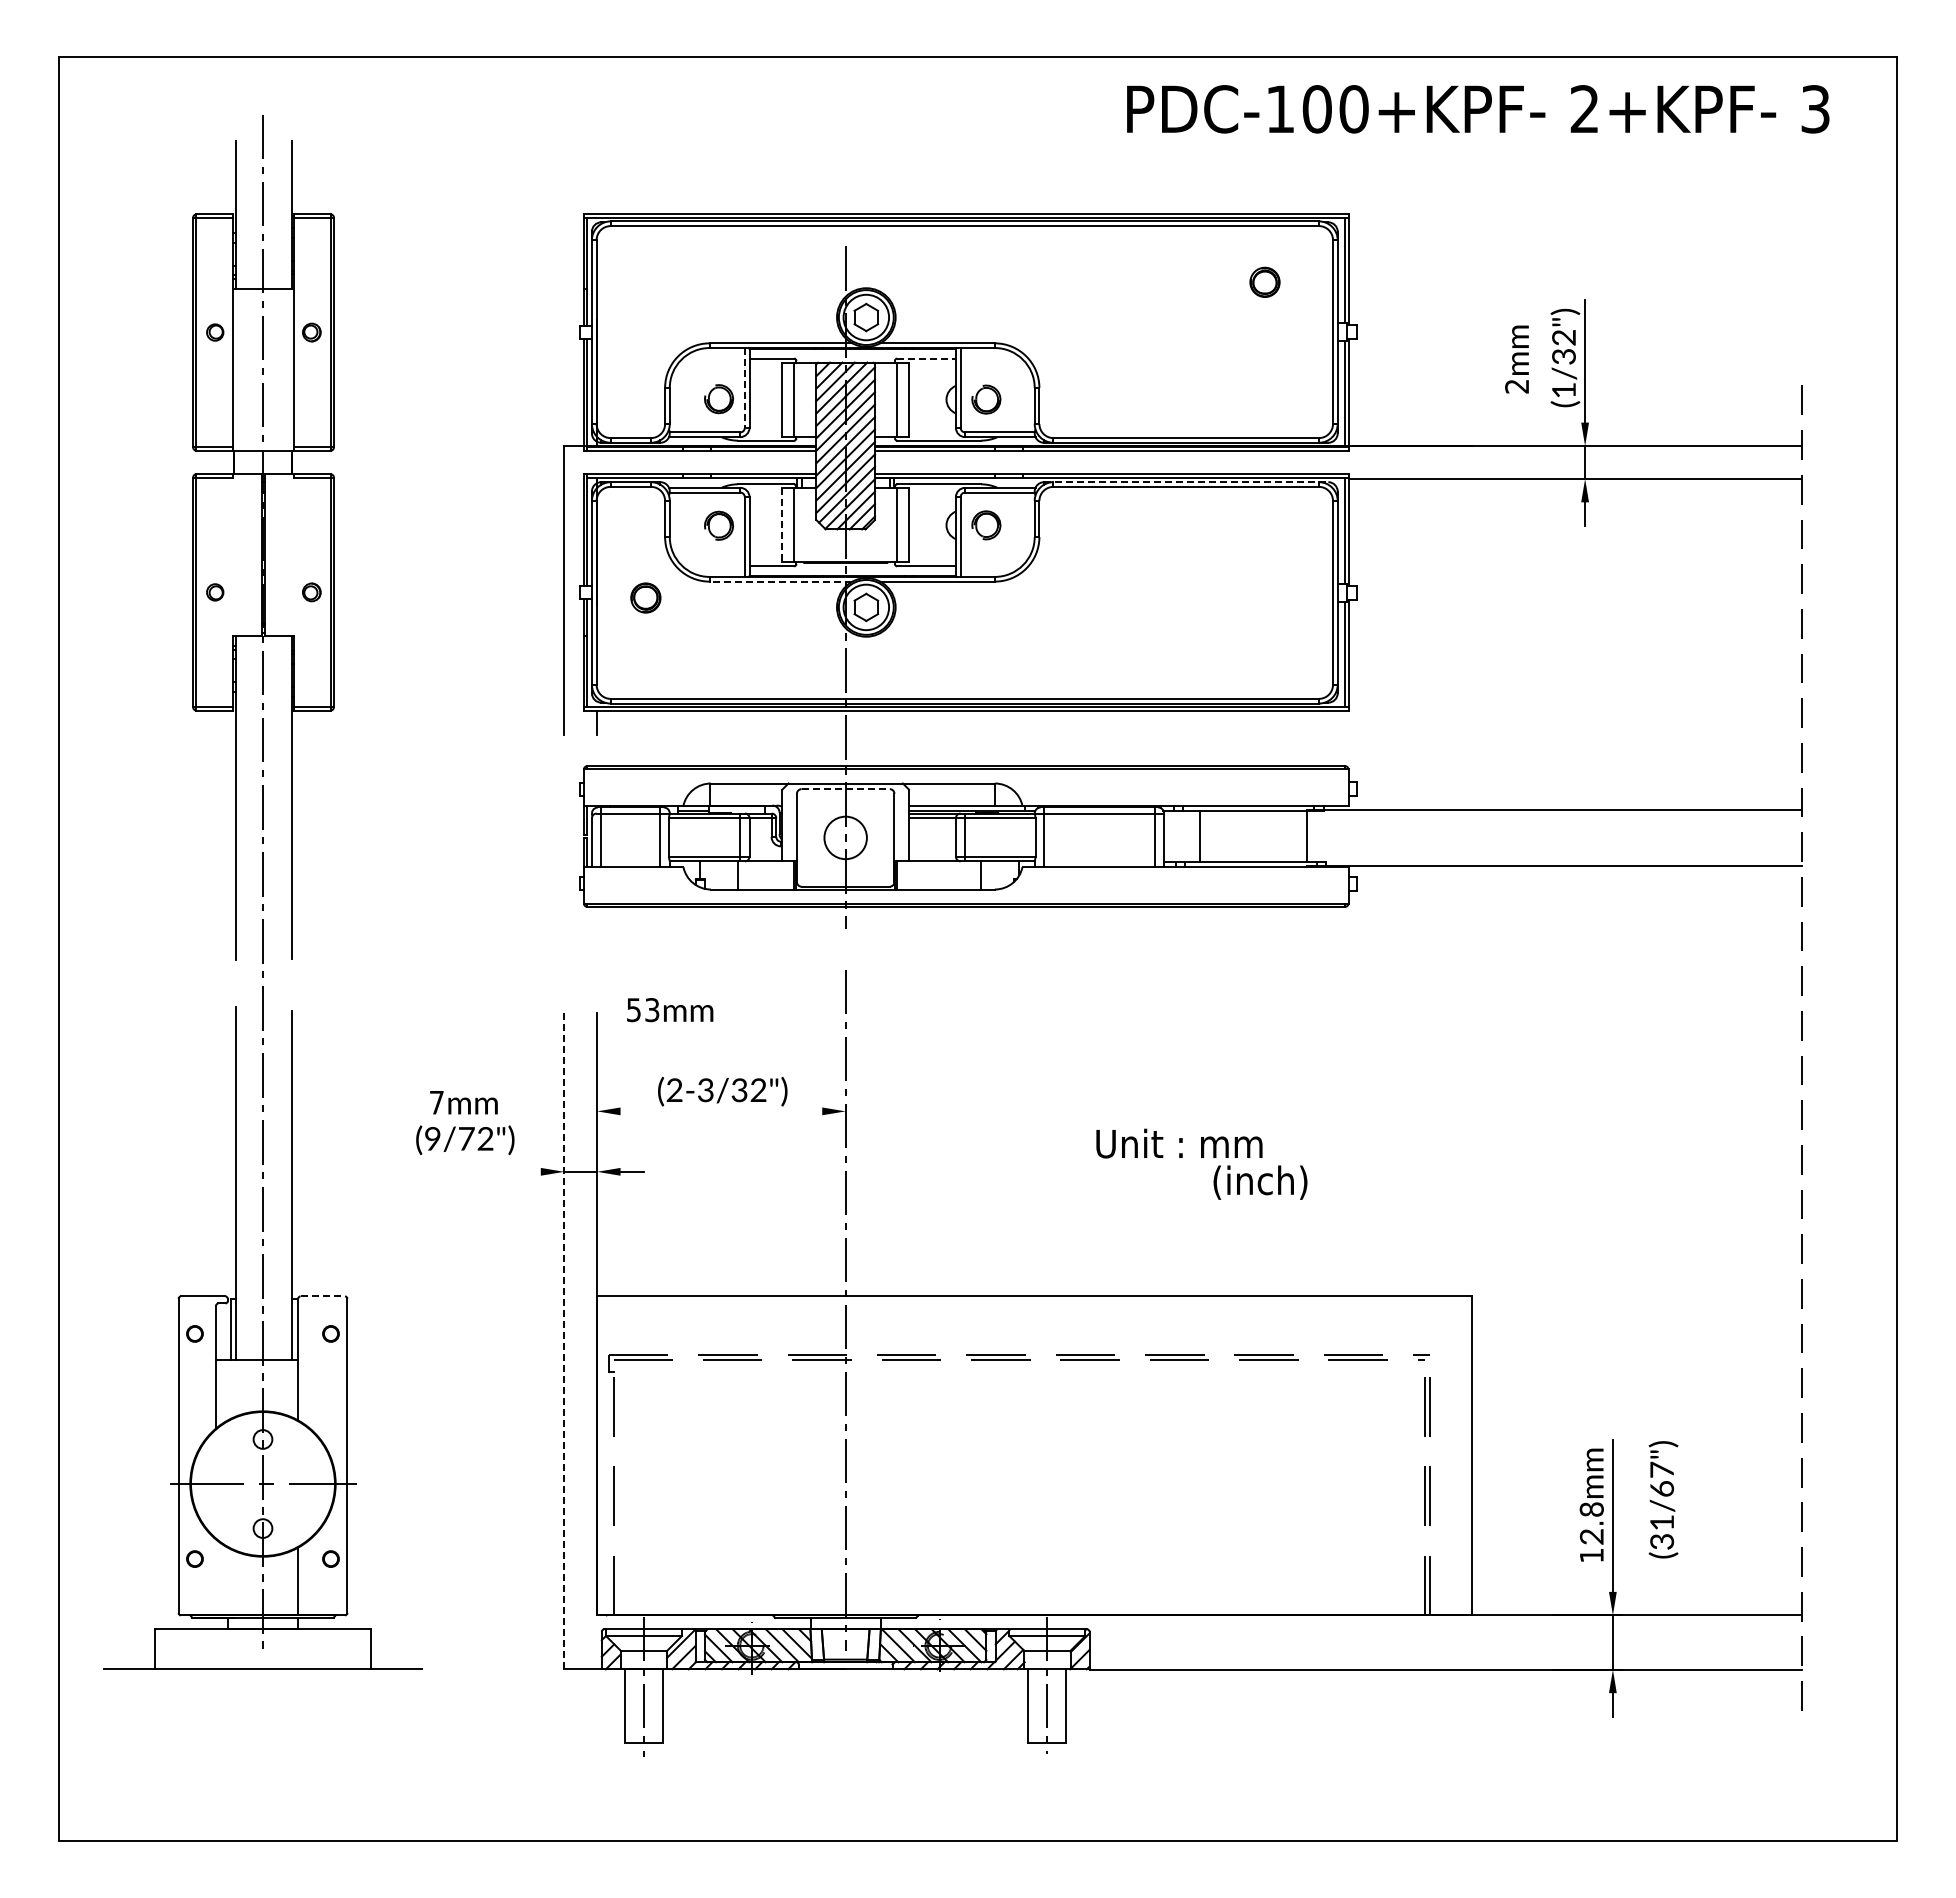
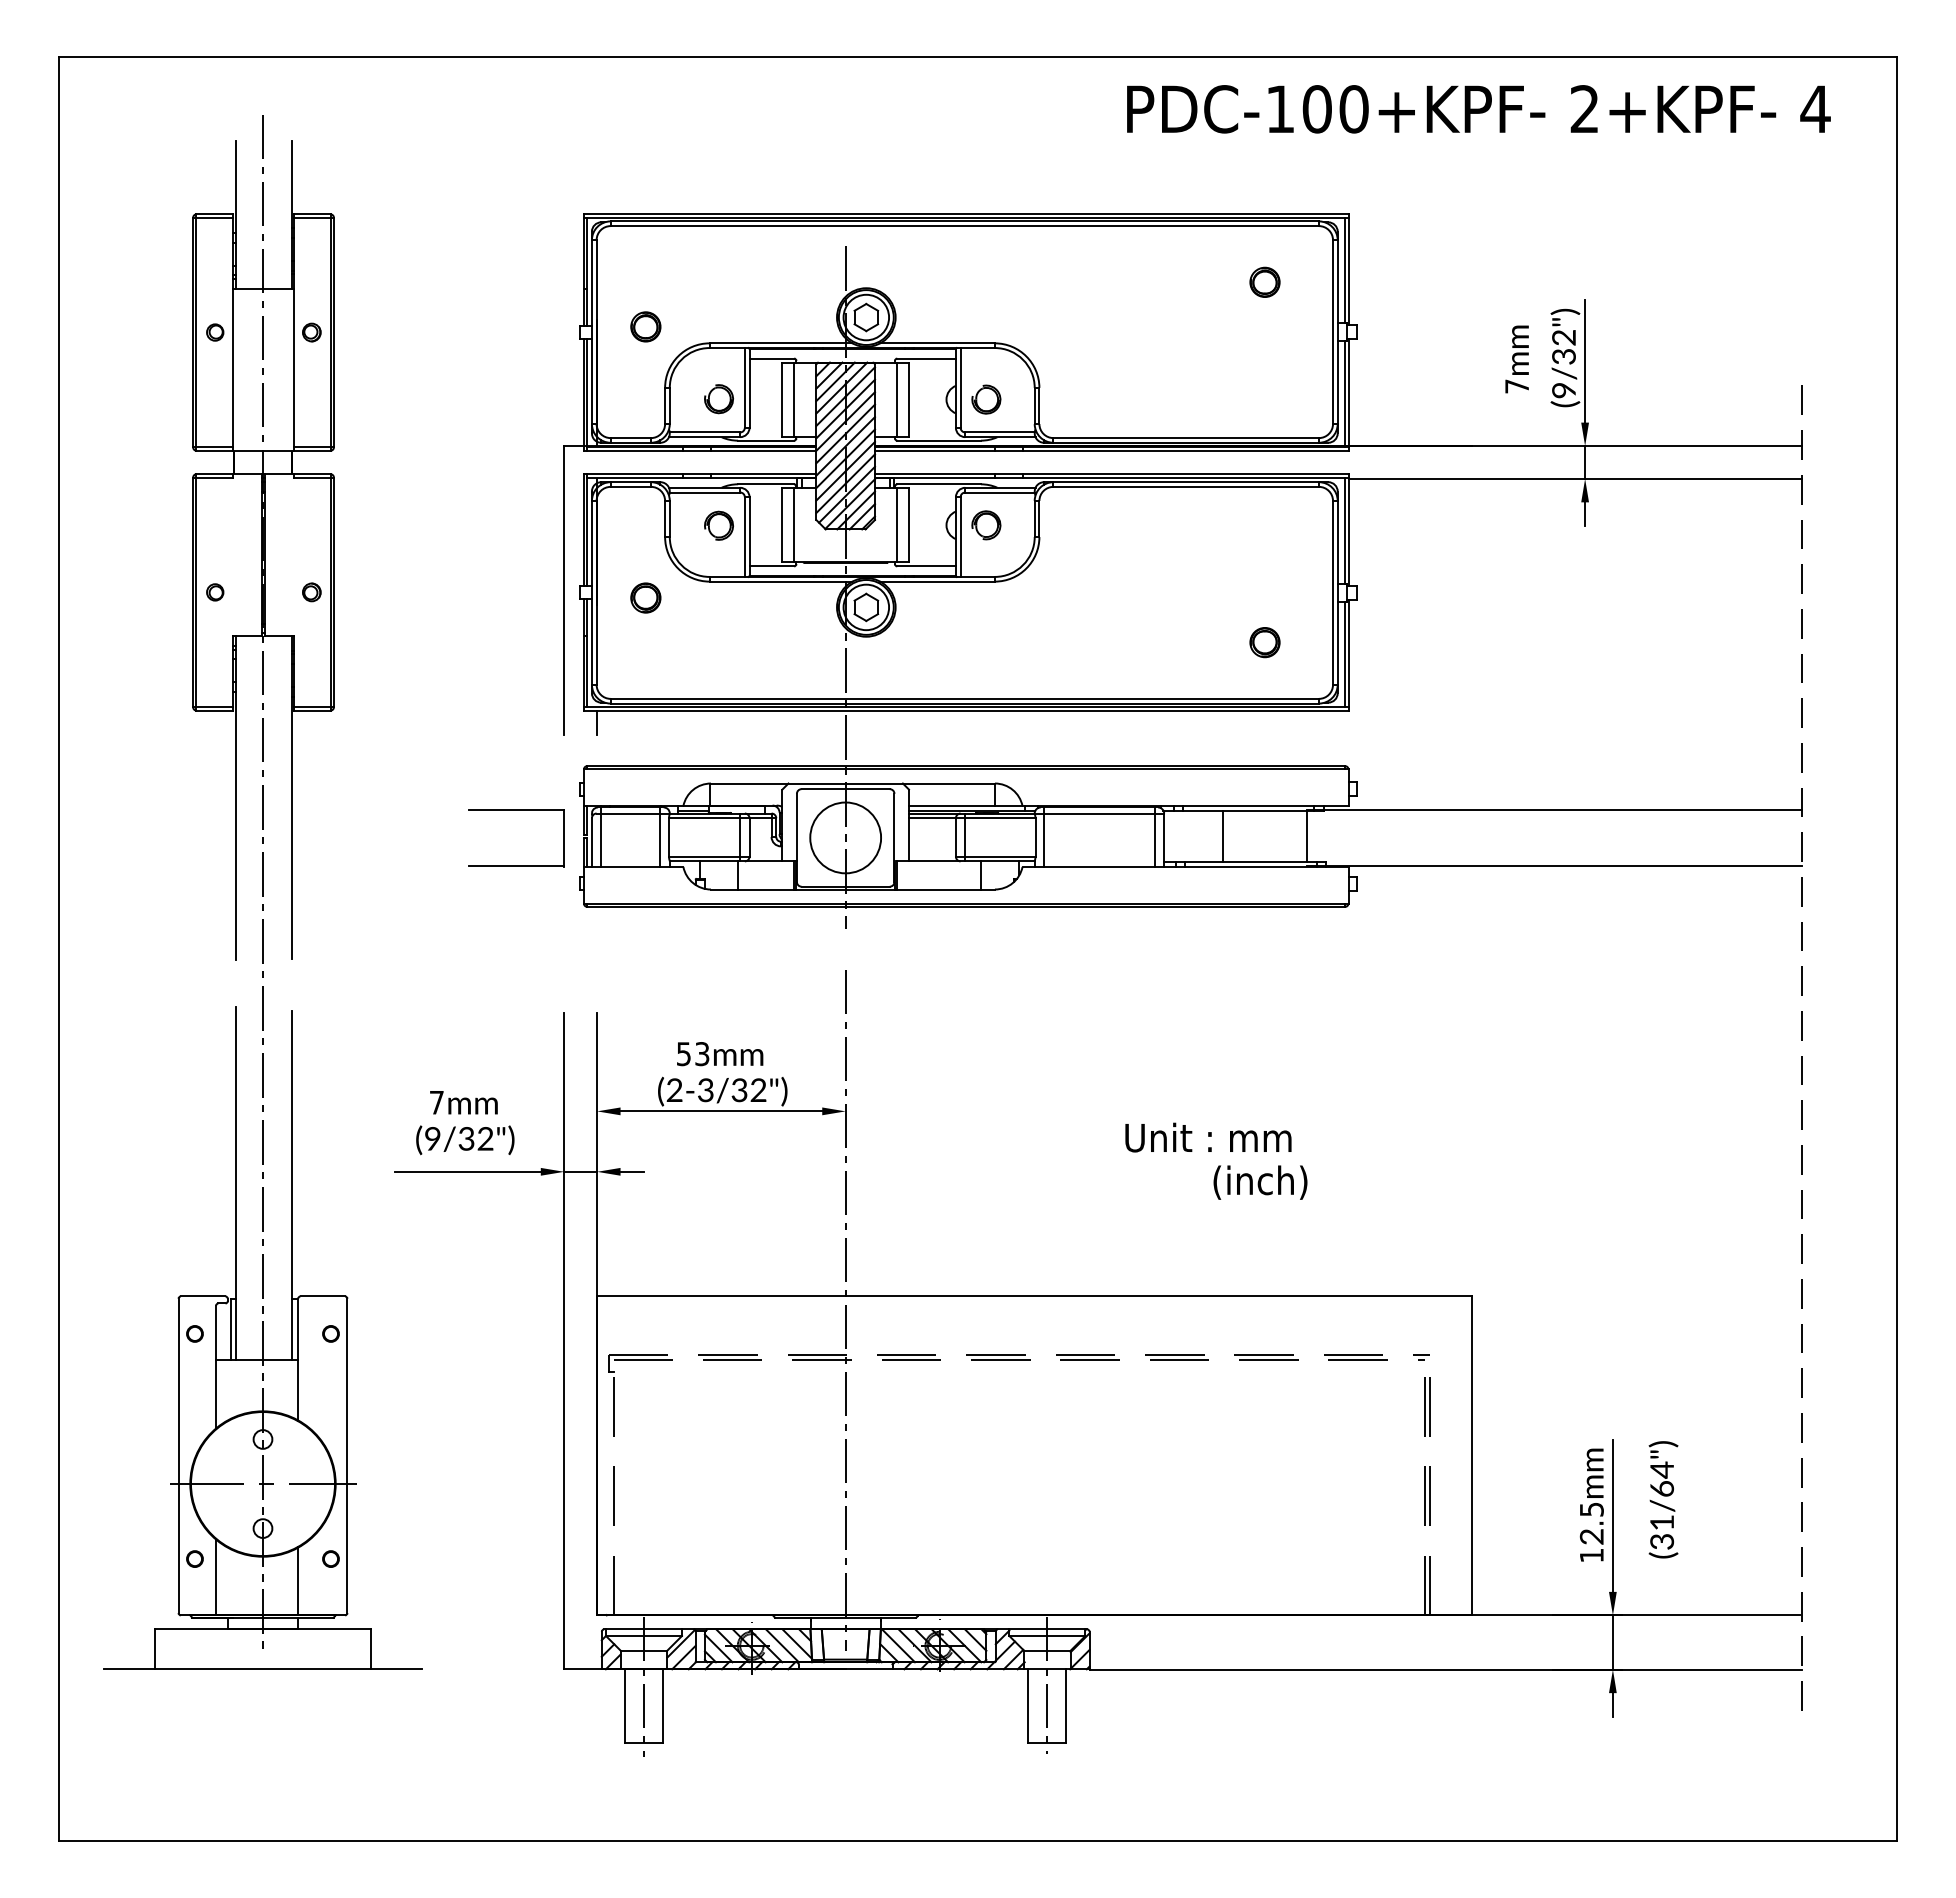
text at (1815, 109): 3 -> 4
part at (645, 326): none -> present
line at (927, 358): dashed -> solid
text at (1516, 386): 2 -> 7
line at (744, 387): dashed -> solid
text at (1563, 390): (1/32") -> (9/32")
line at (1186, 482): dashed -> solid
line at (782, 525): dashed -> solid
line at (780, 581): dashed -> solid
part at (1264, 642): none -> present
line at (846, 789): dashed -> solid
line at (1199, 836) position: (1199, 836) -> (1222, 836)
circle at (845, 837) diameter: 42 px -> 71 px
part at (516, 865): none -> present
text at (670, 1010) position: (670, 1010) -> (720, 1054)
line at (721, 1111): none -> present
text at (466, 1138): (9/72") -> (9/32")
text at (1179, 1143) position: (1179, 1143) -> (1208, 1137)
line at (467, 1171): none -> present
line at (323, 1296): dashed -> solid
line at (564, 1341): dashed -> solid
text at (1661, 1469): (31/67") -> (31/64")
text at (1591, 1509): .8 -> .5
line at (216, 1577): none -> present
